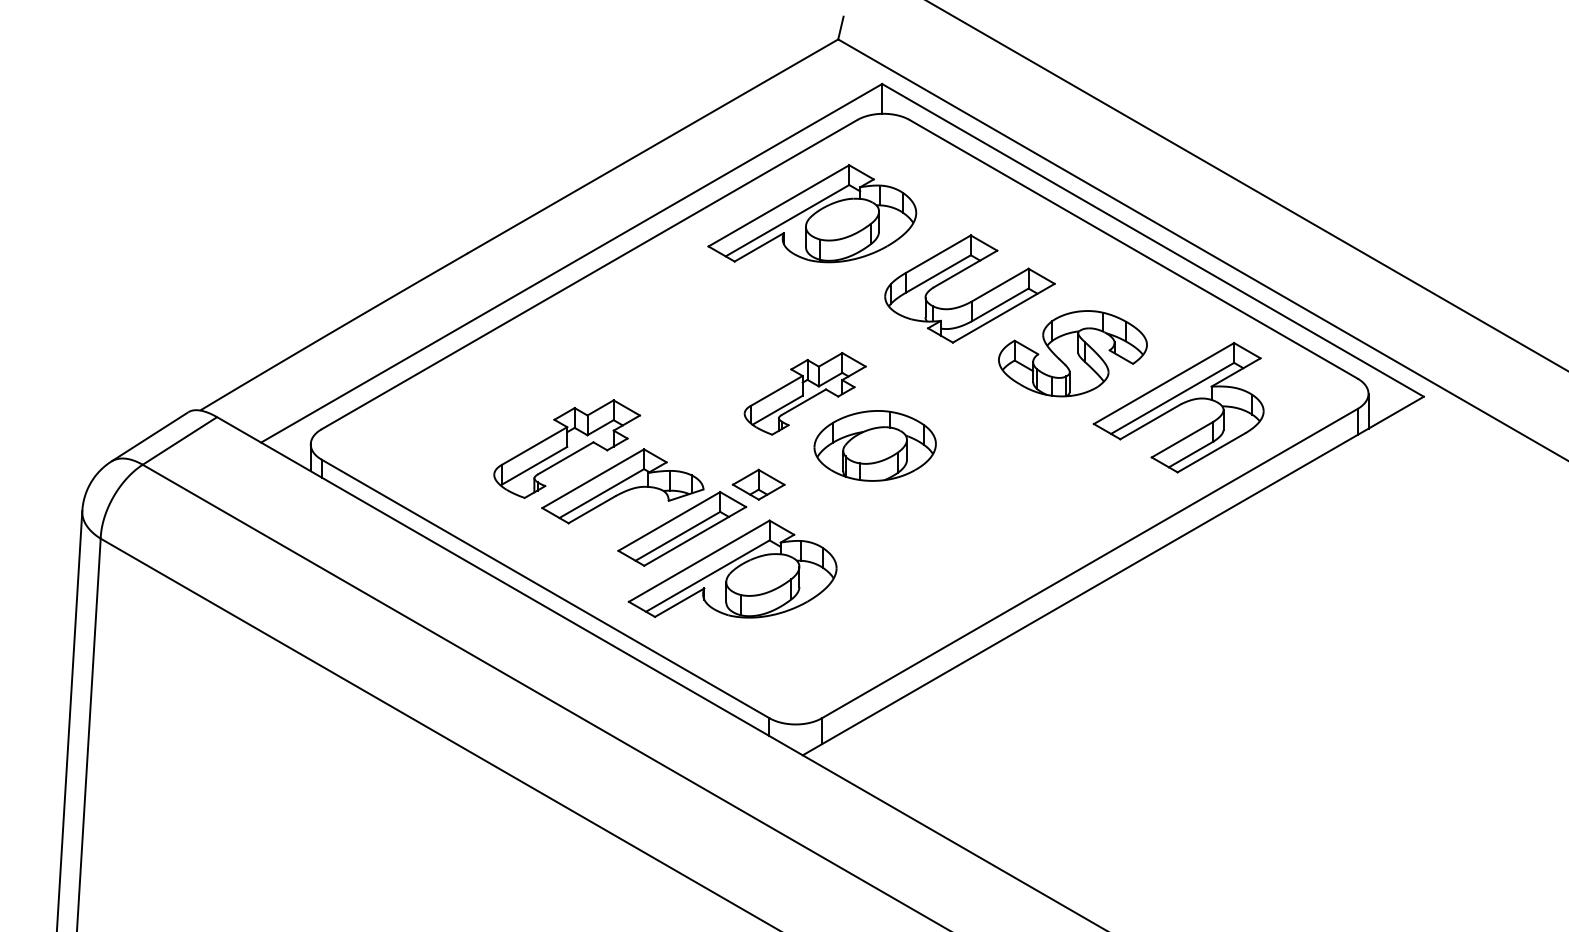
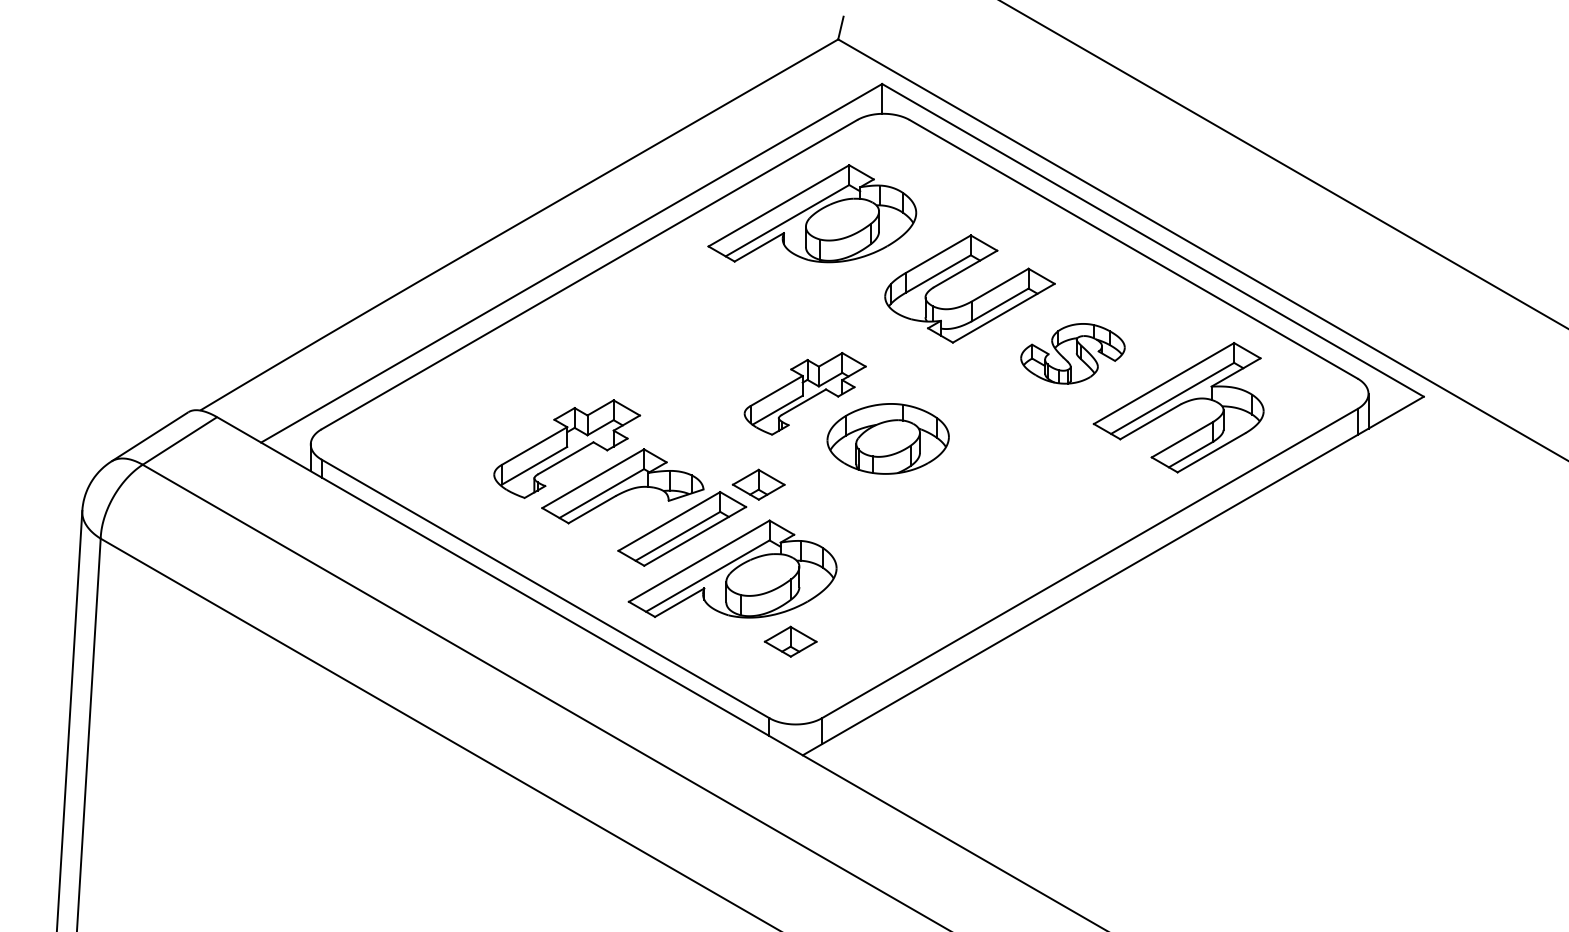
line at (1247, 185) position: (1247, 185) -> (1283, 164)
part at (1072, 353) size: 150x88 px -> 106x62 px
part at (874, 445) position: (874, 445) -> (887, 438)
part at (790, 641): none -> present
